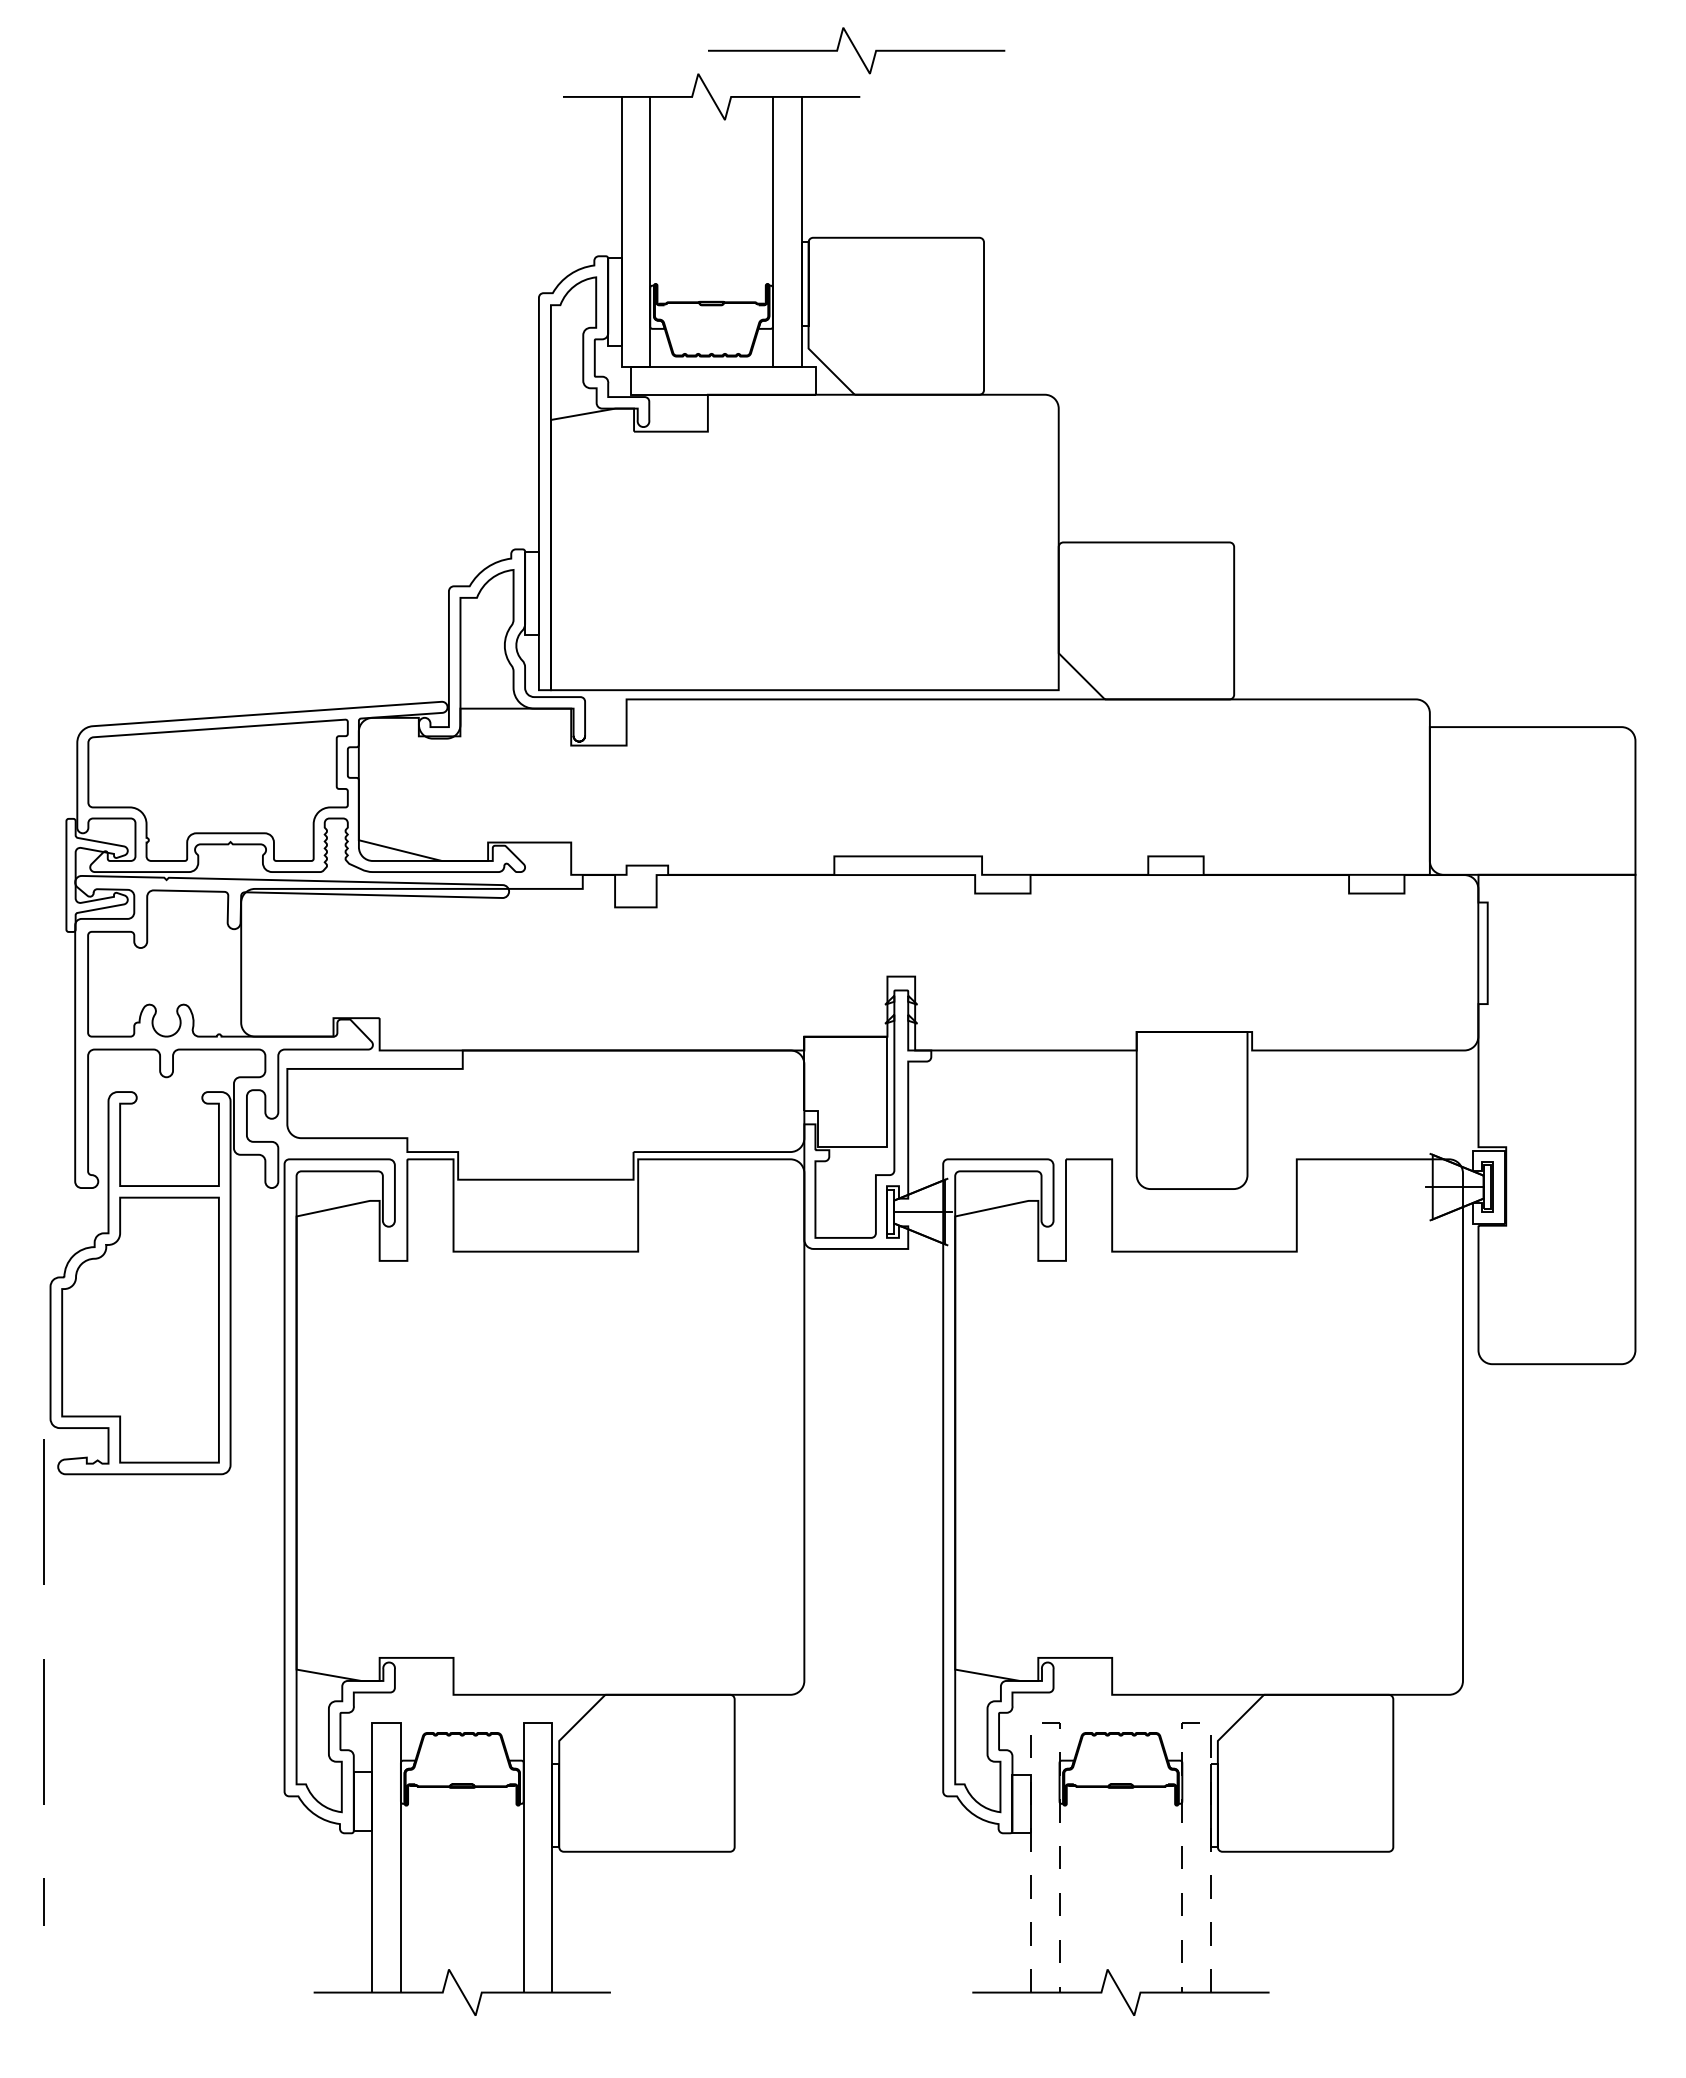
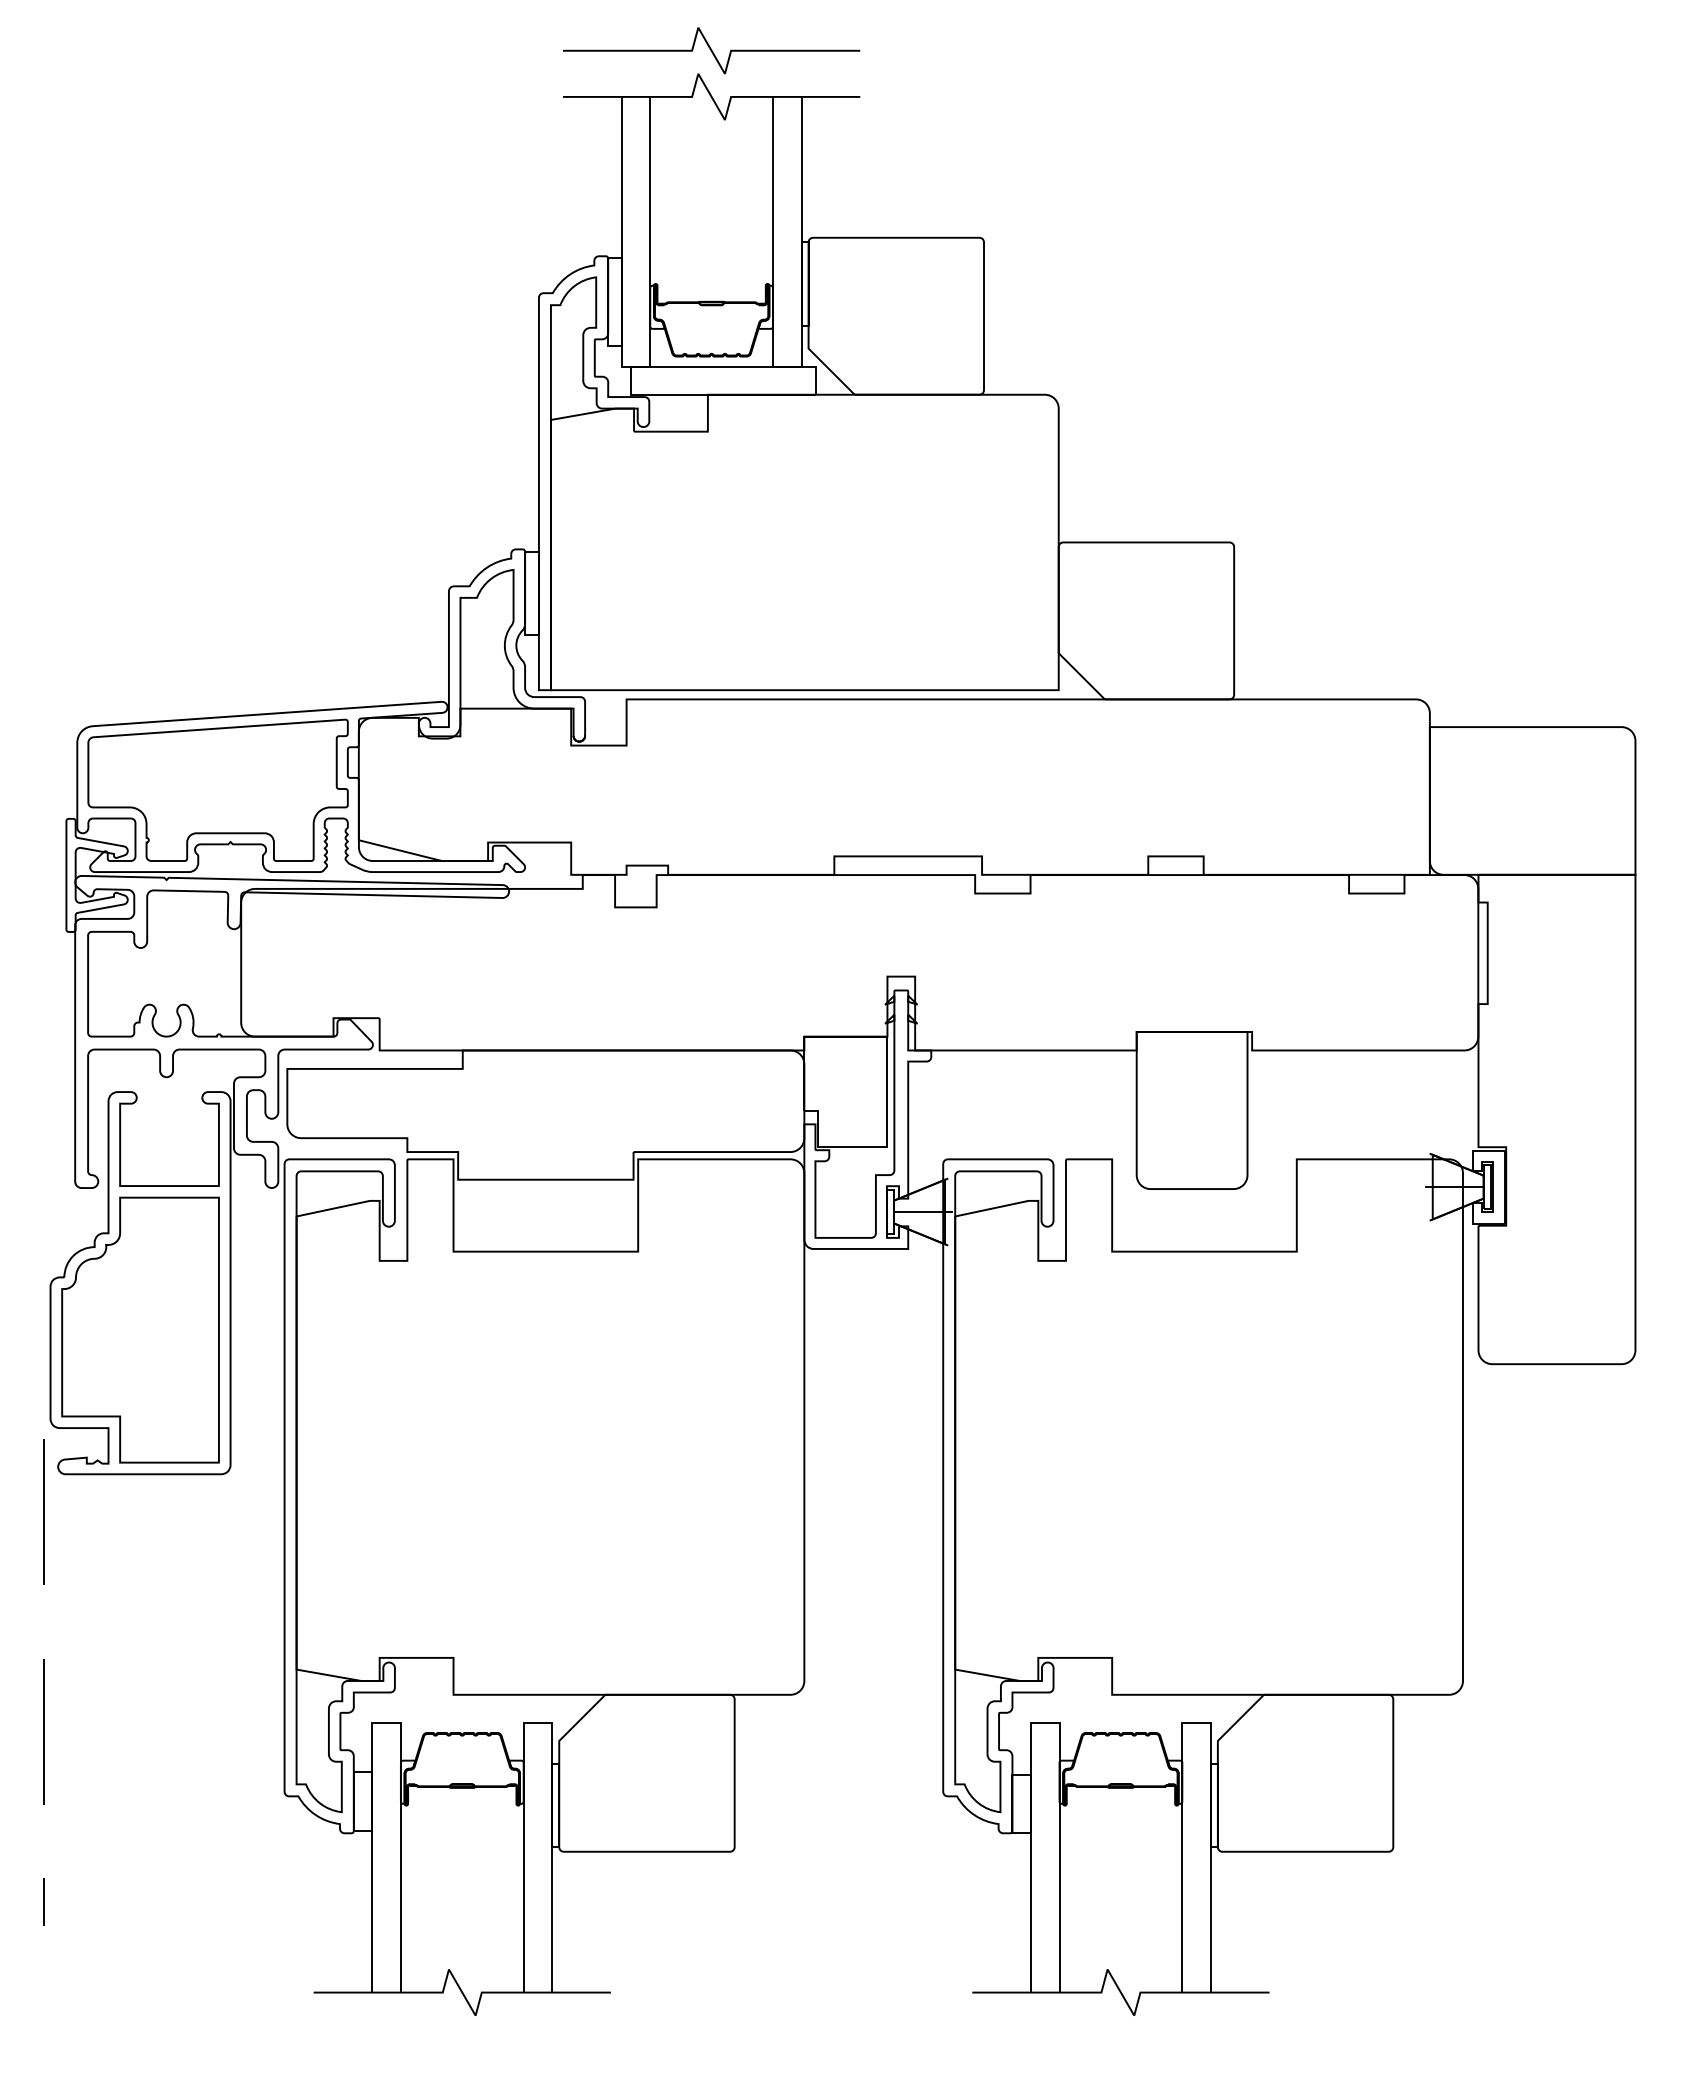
curve at (856, 50) position: (856, 50) -> (711, 50)
line at (1045, 1722): dashed -> solid
line at (1196, 1722): dashed -> solid
